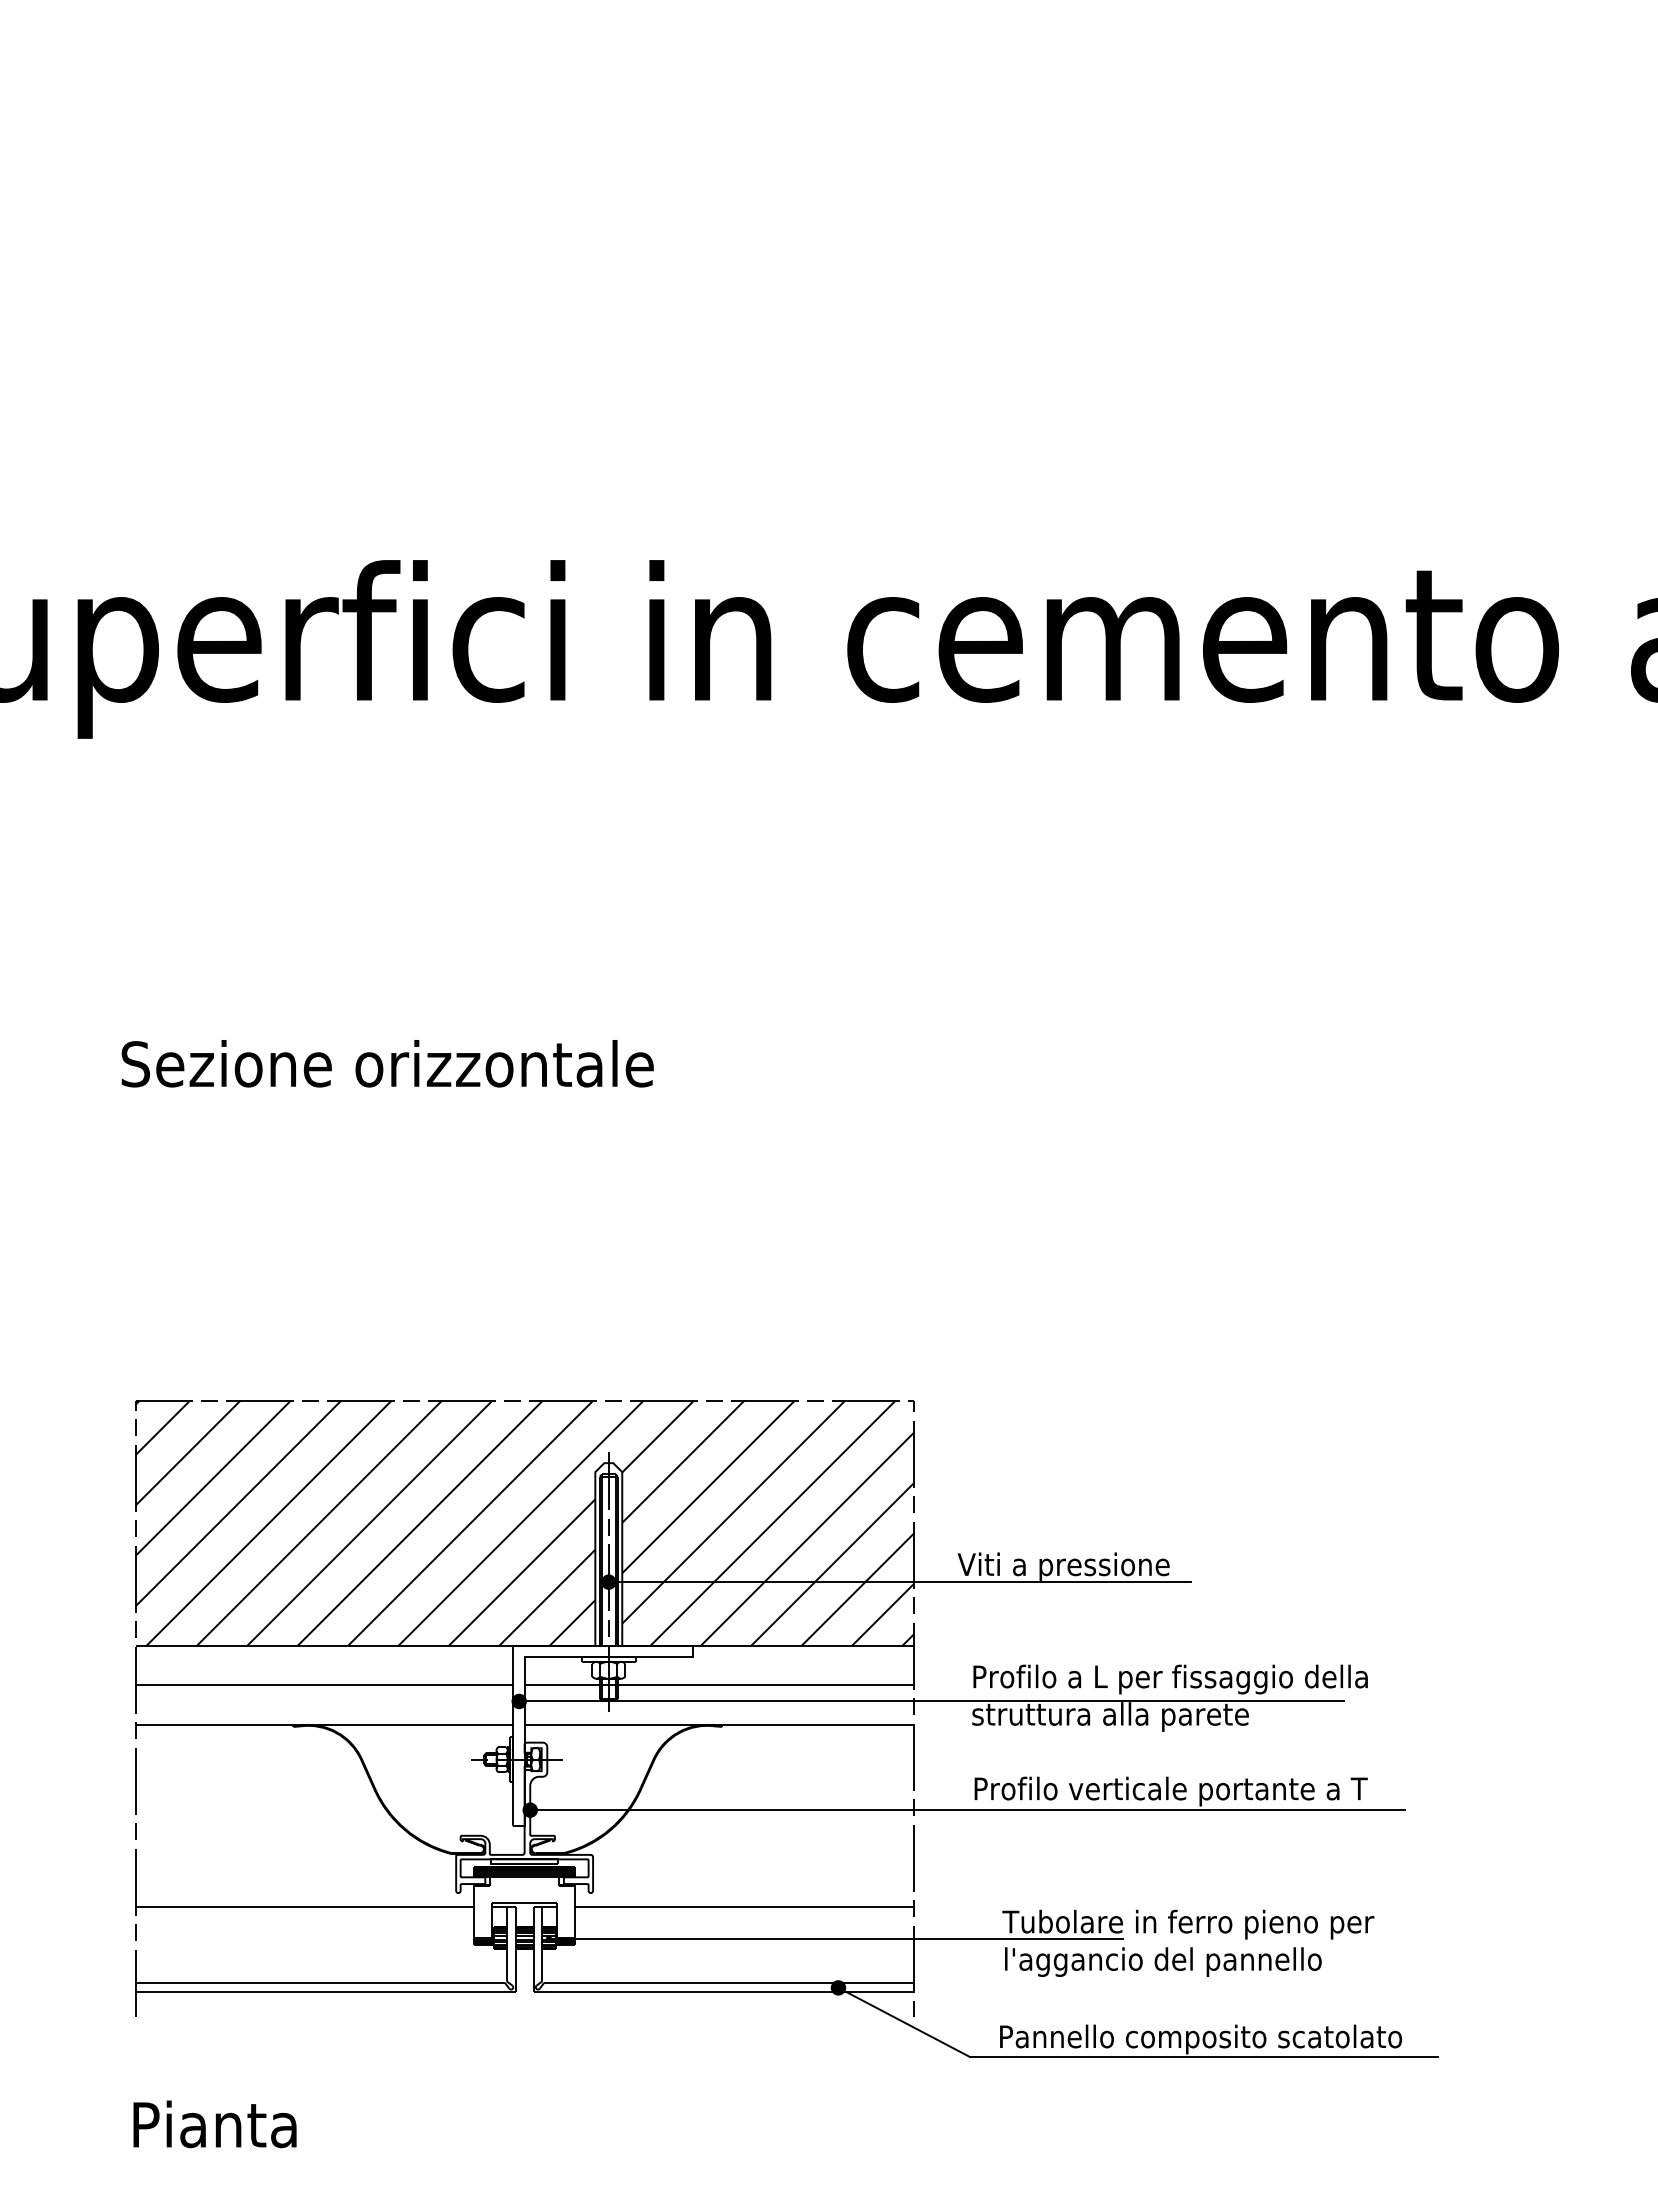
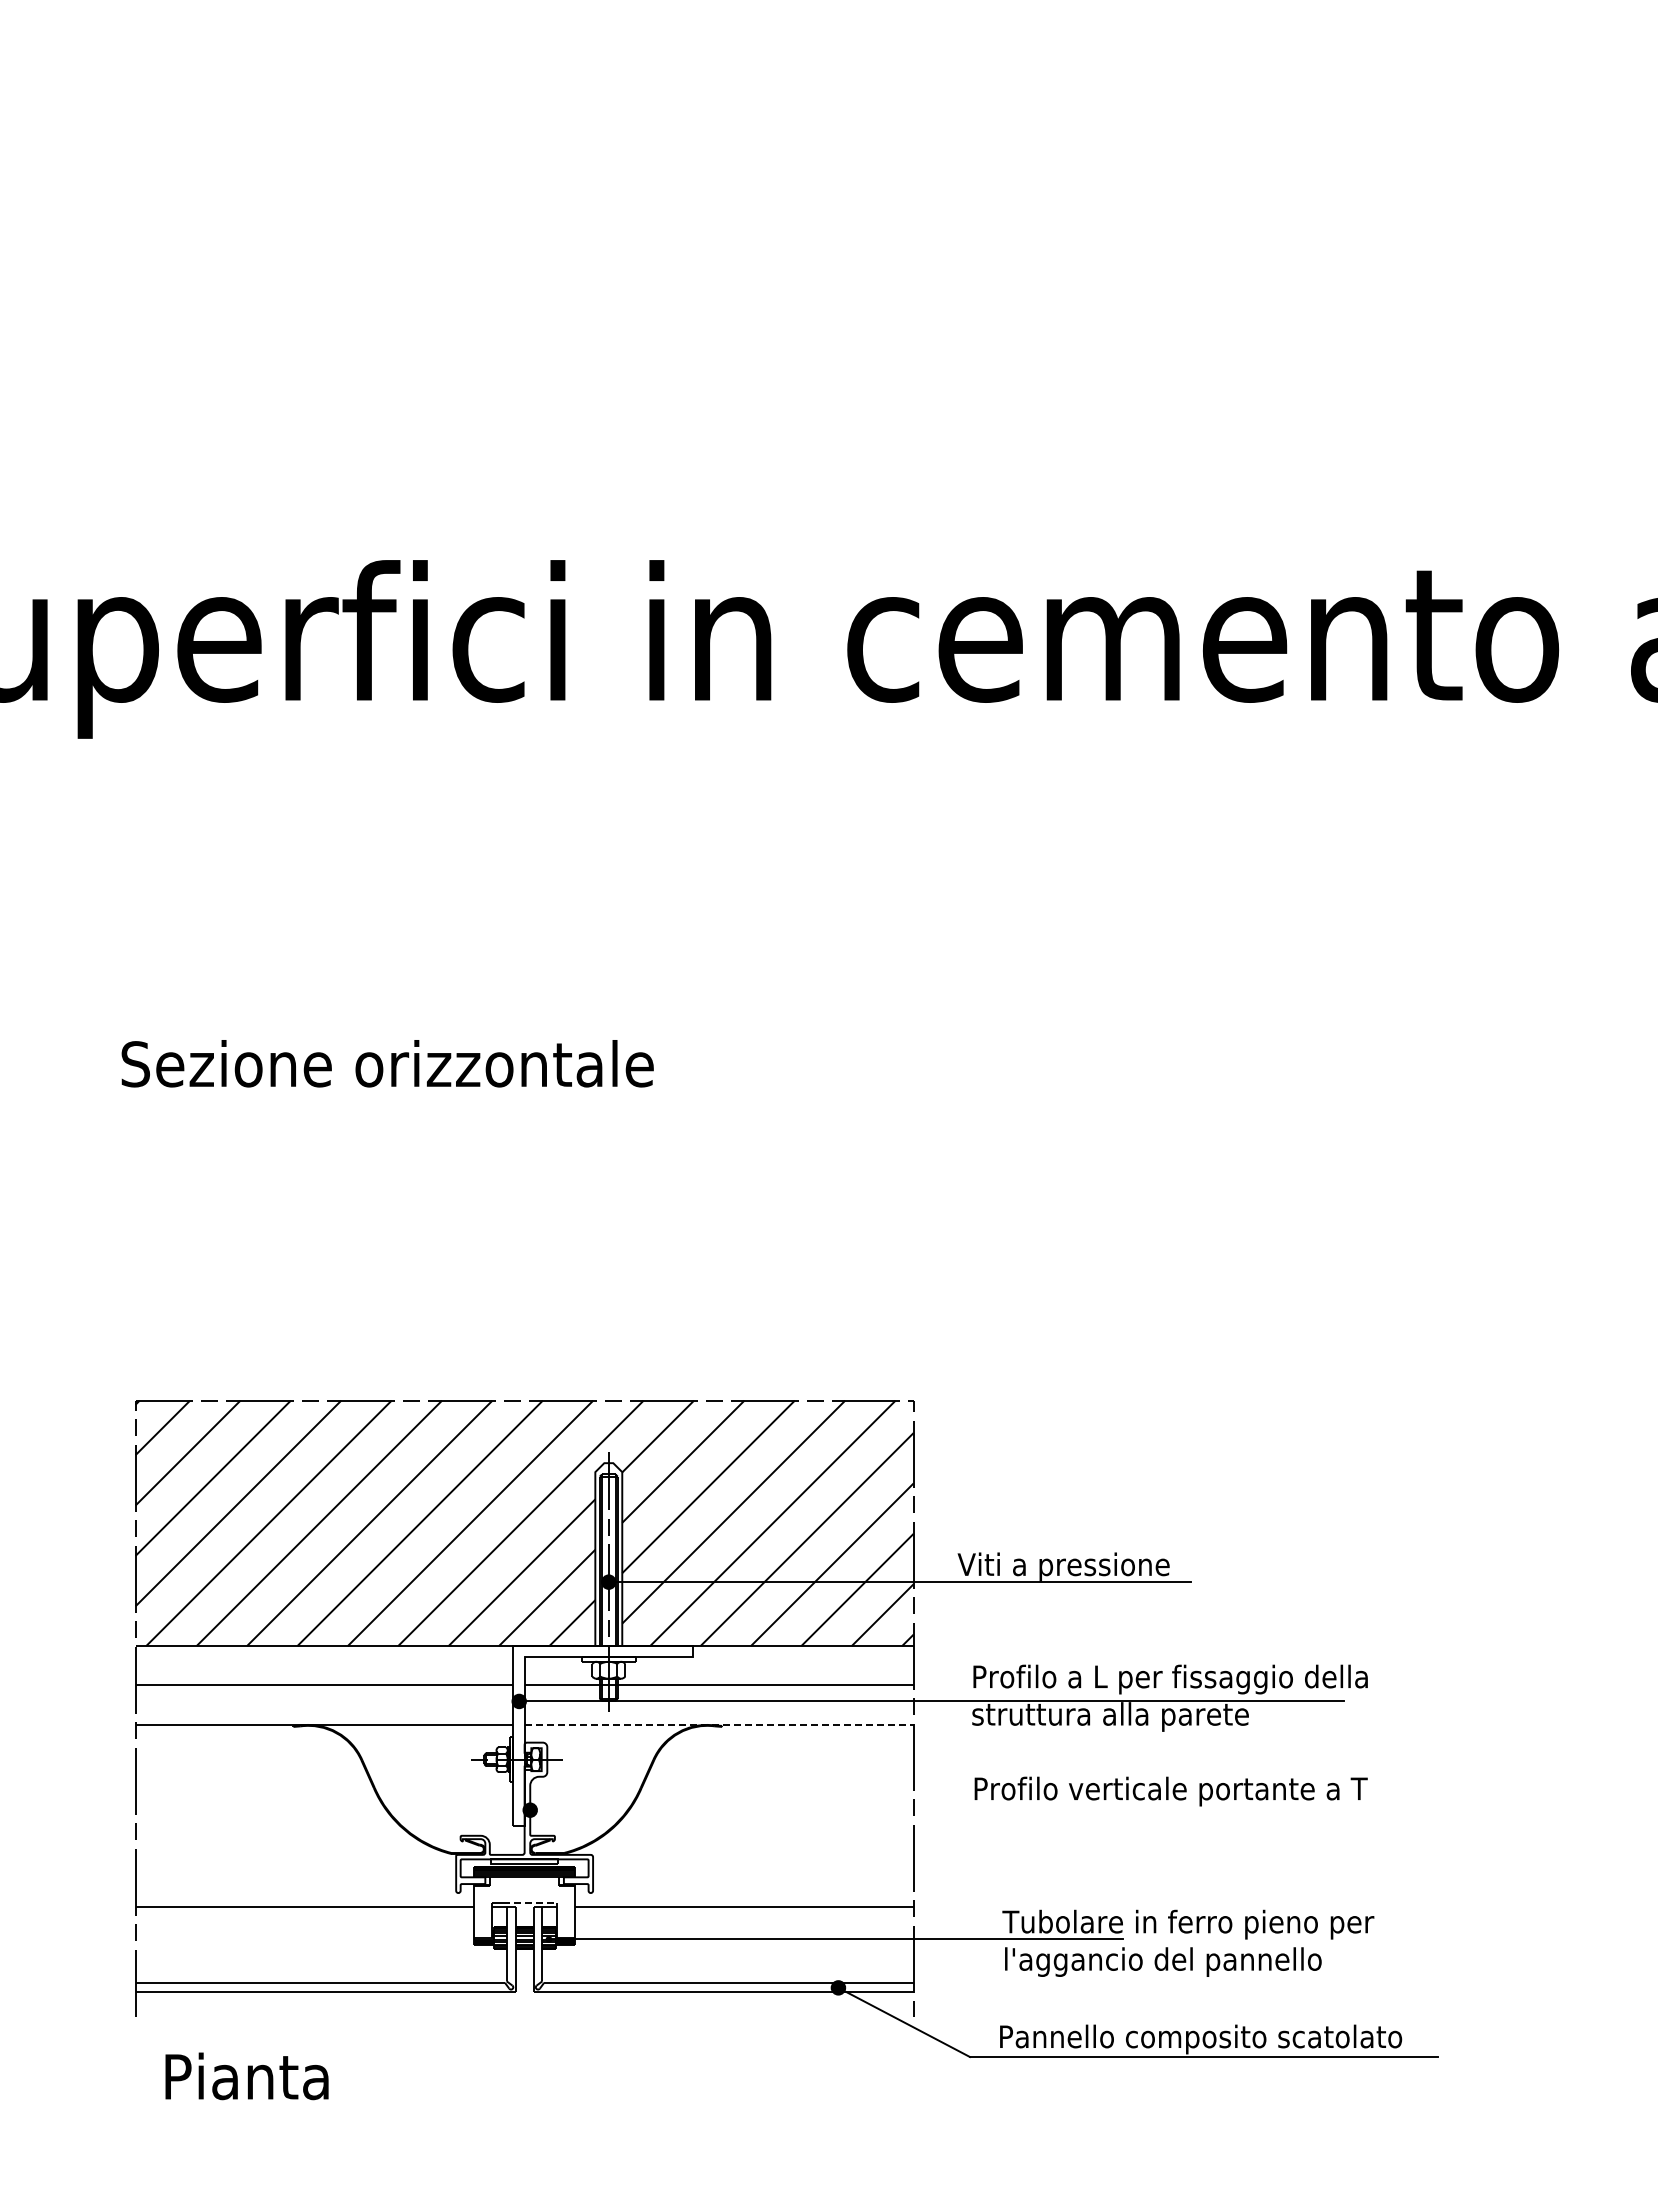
line at (719, 1724): solid -> dashed
line at (967, 1810): present -> none
line at (530, 1902): solid -> dashed
text at (214, 2124) position: (214, 2124) -> (246, 2076)
